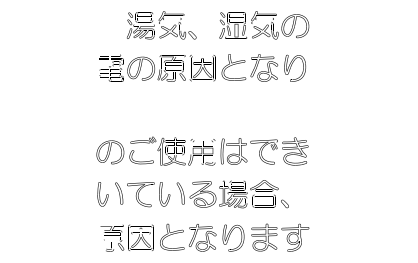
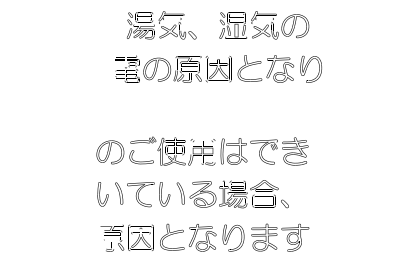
part at (202, 67) position: (202, 67) -> (218, 68)
